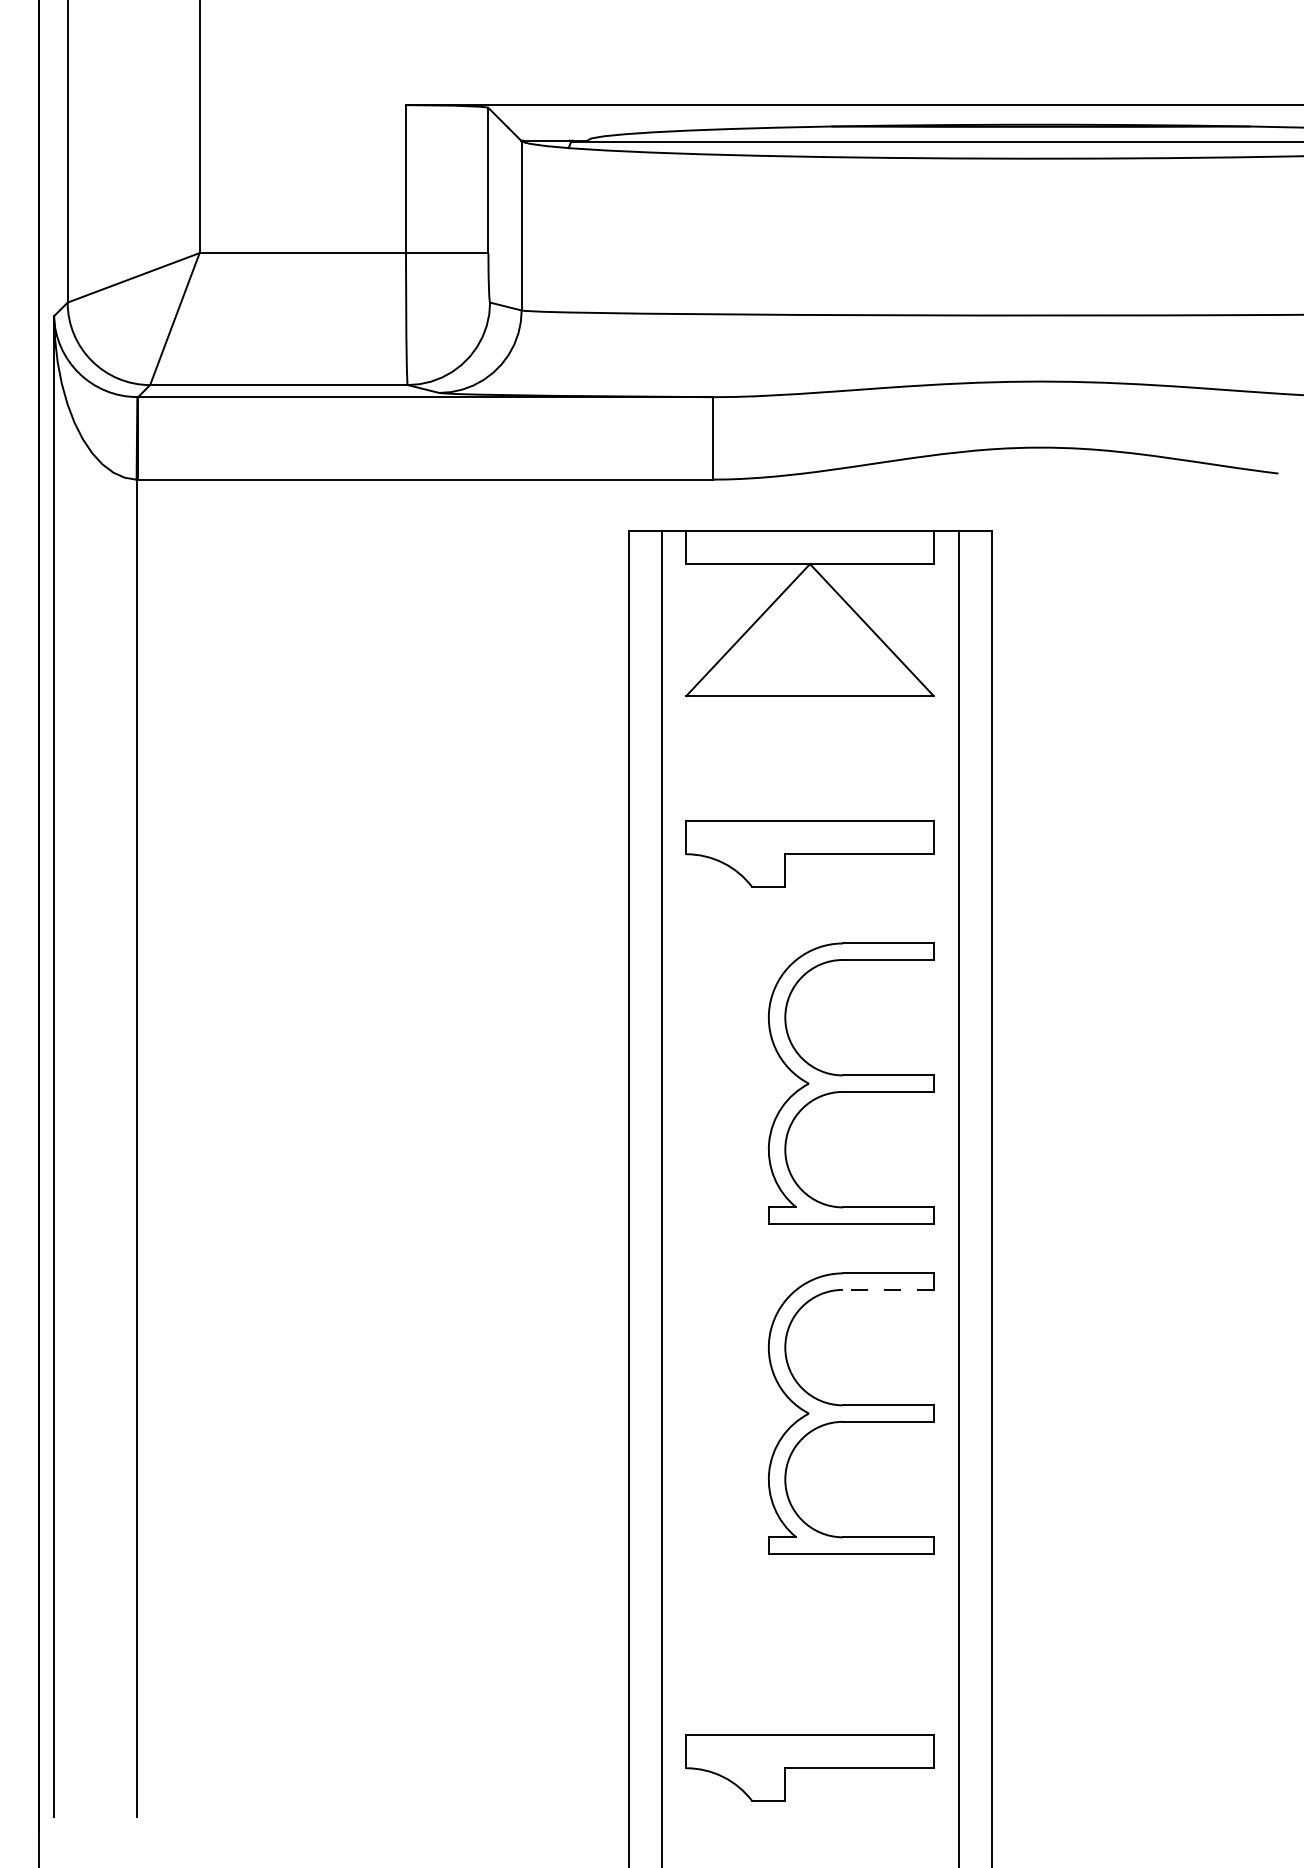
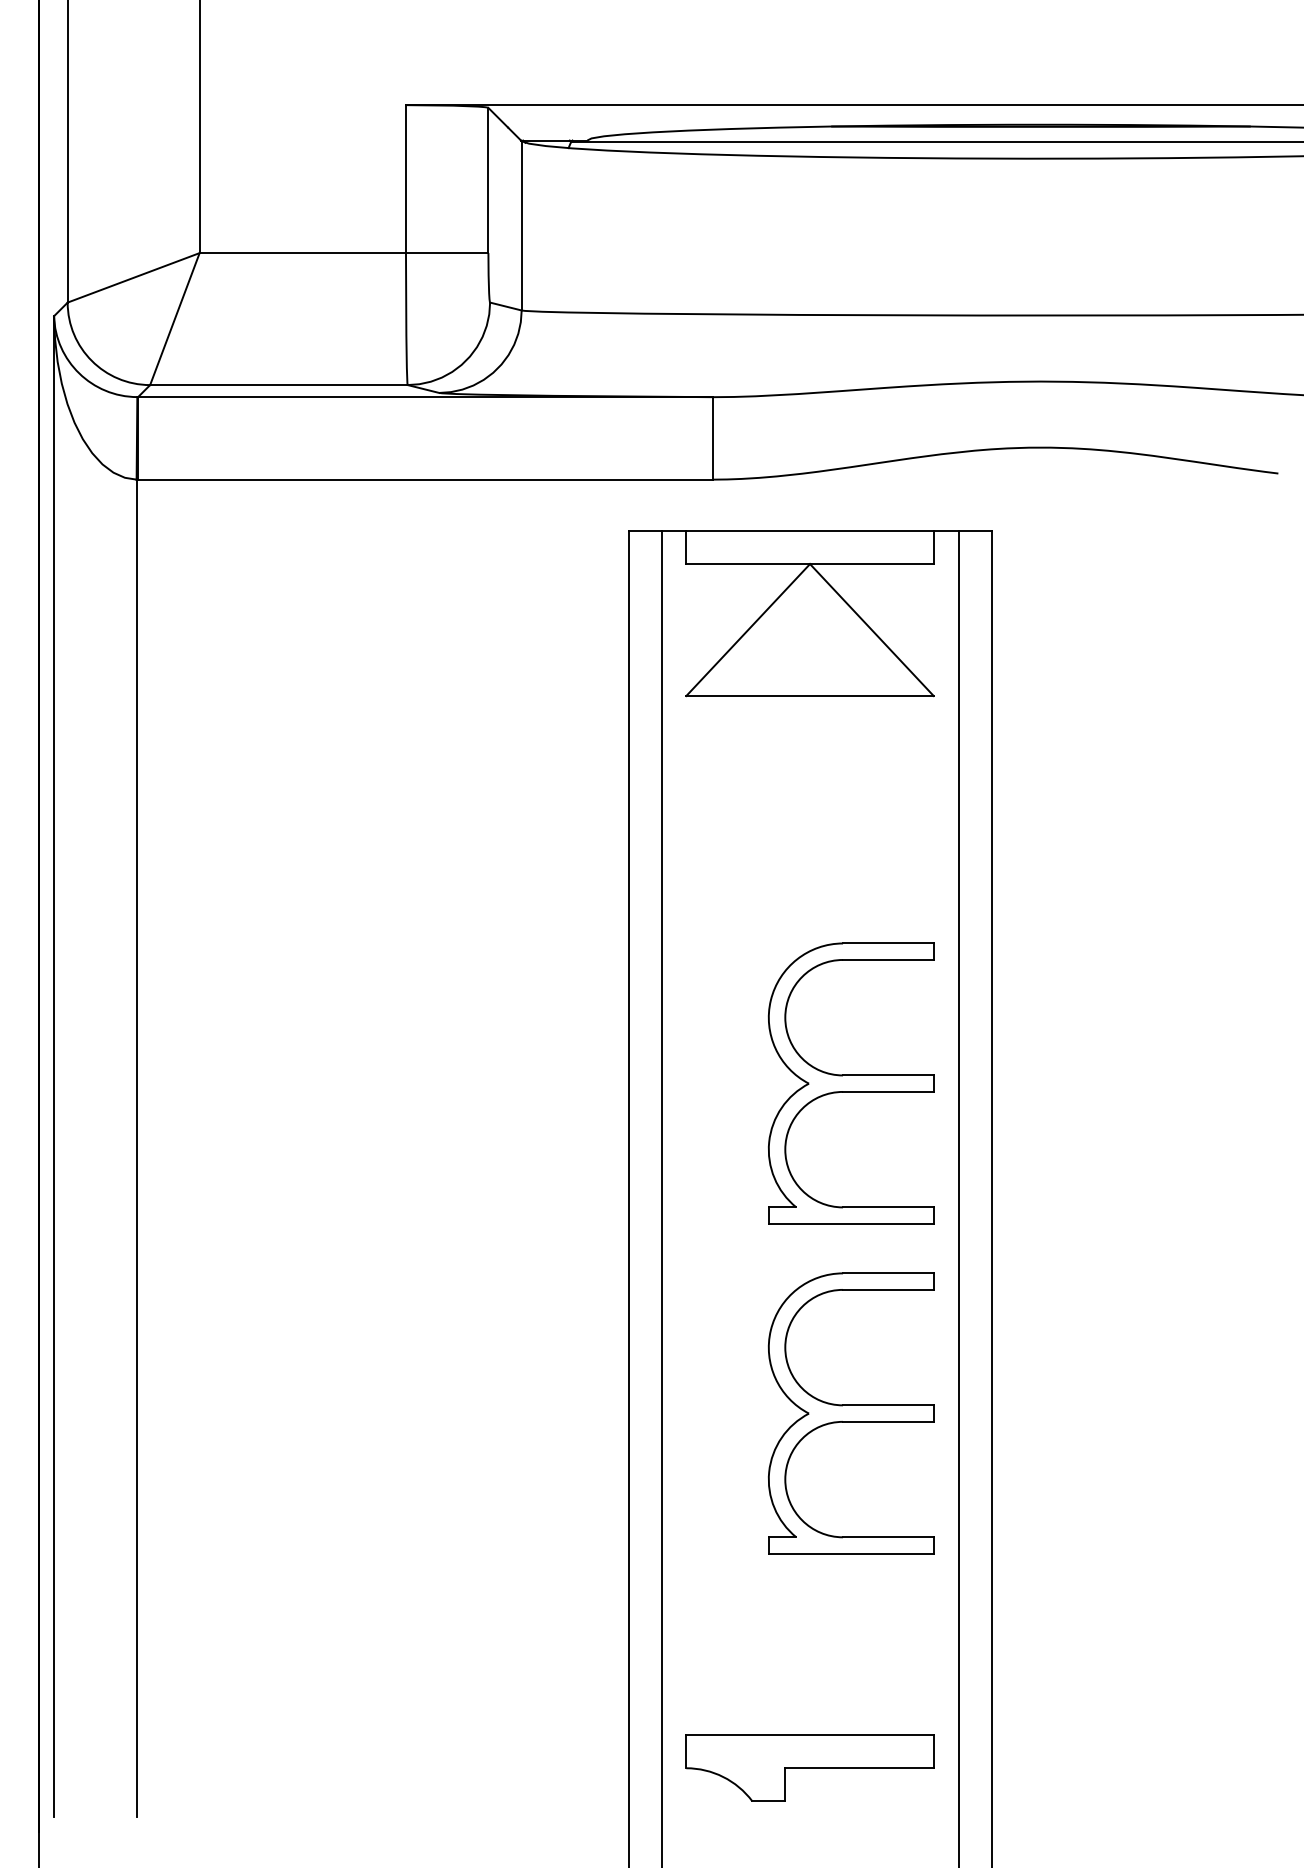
part at (809, 853): present -> none
line at (887, 1289): dashed -> solid
